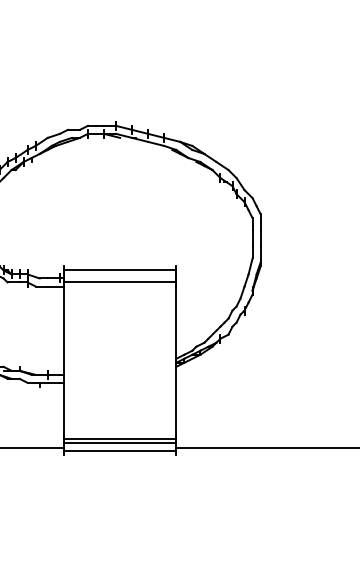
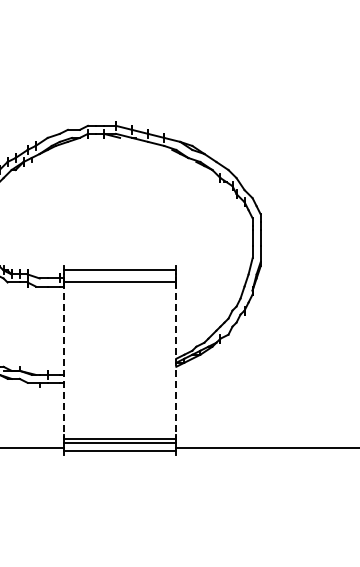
line at (63, 361): solid -> dashed
line at (176, 361): solid -> dashed
